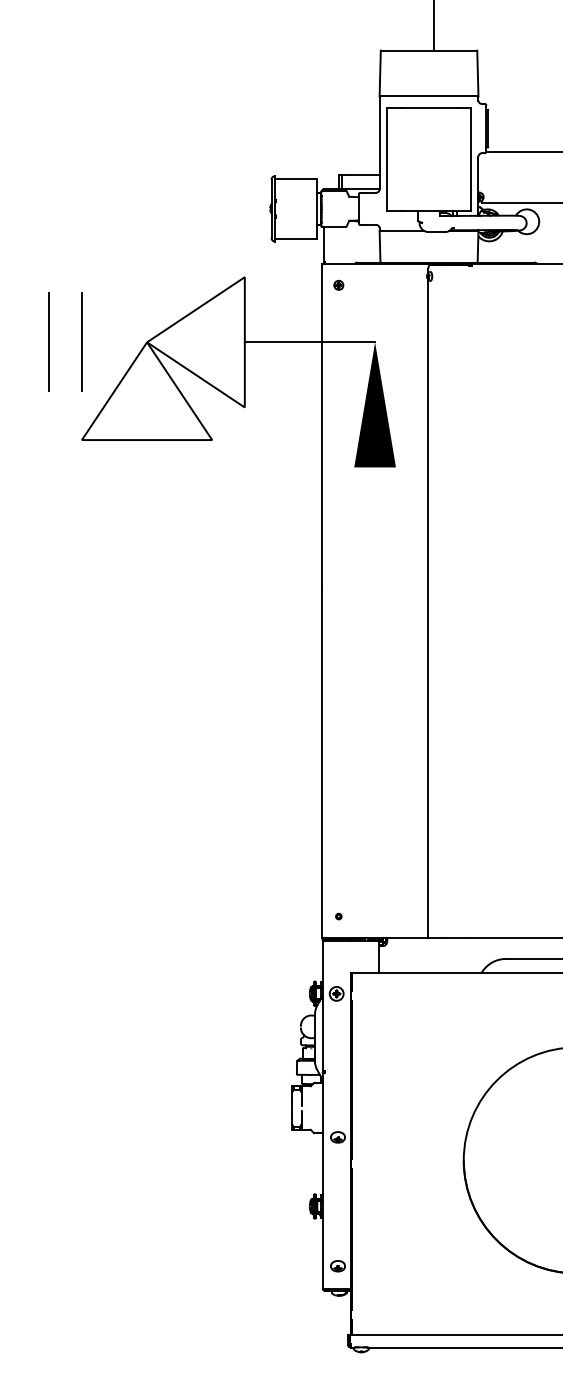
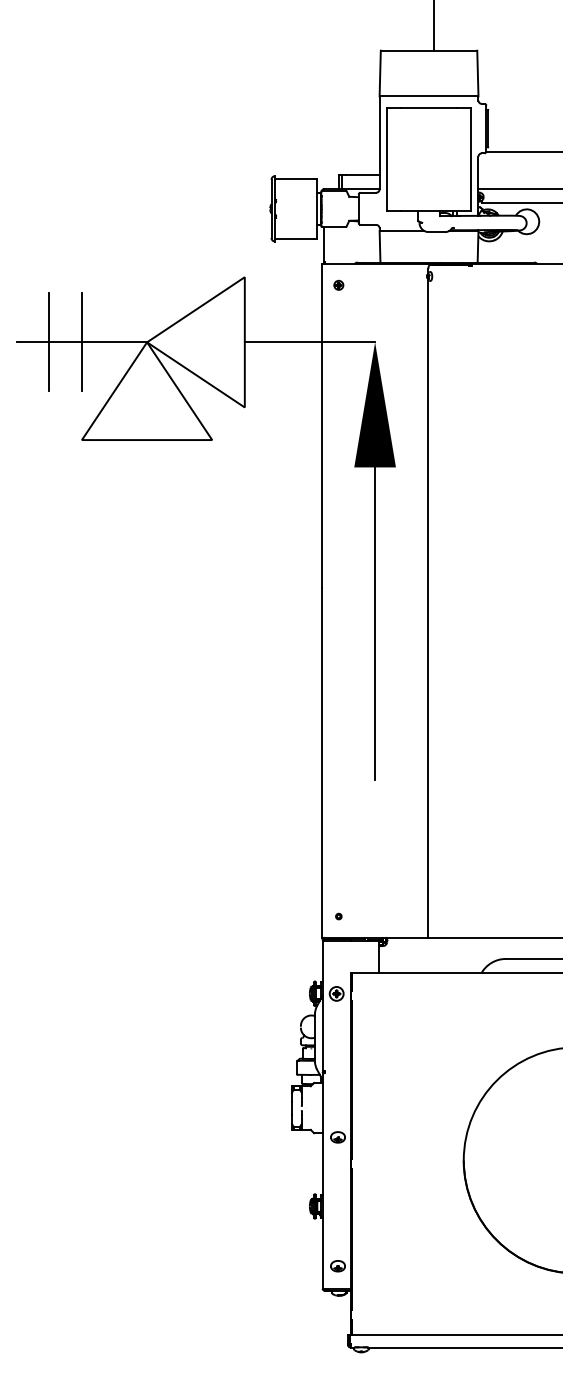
line at (518, 188): none -> present
line at (81, 342): none -> present
line at (375, 623): none -> present
